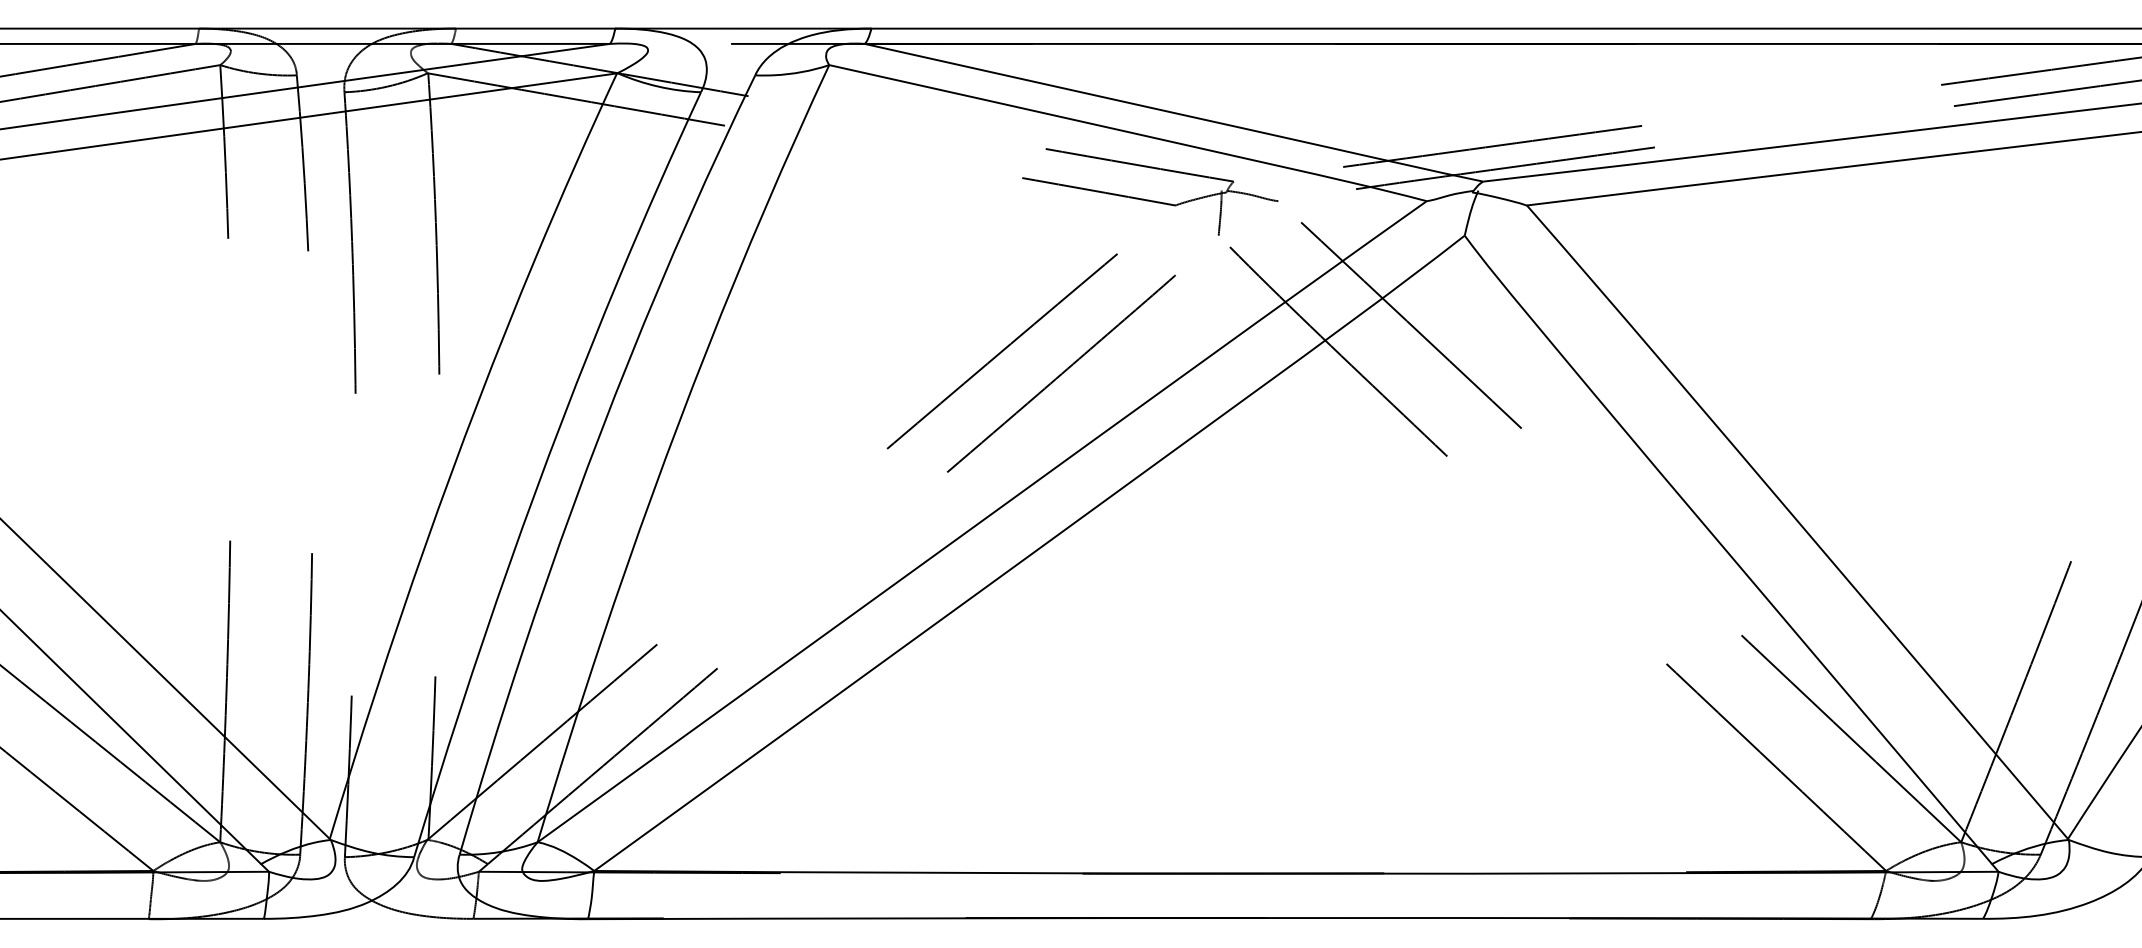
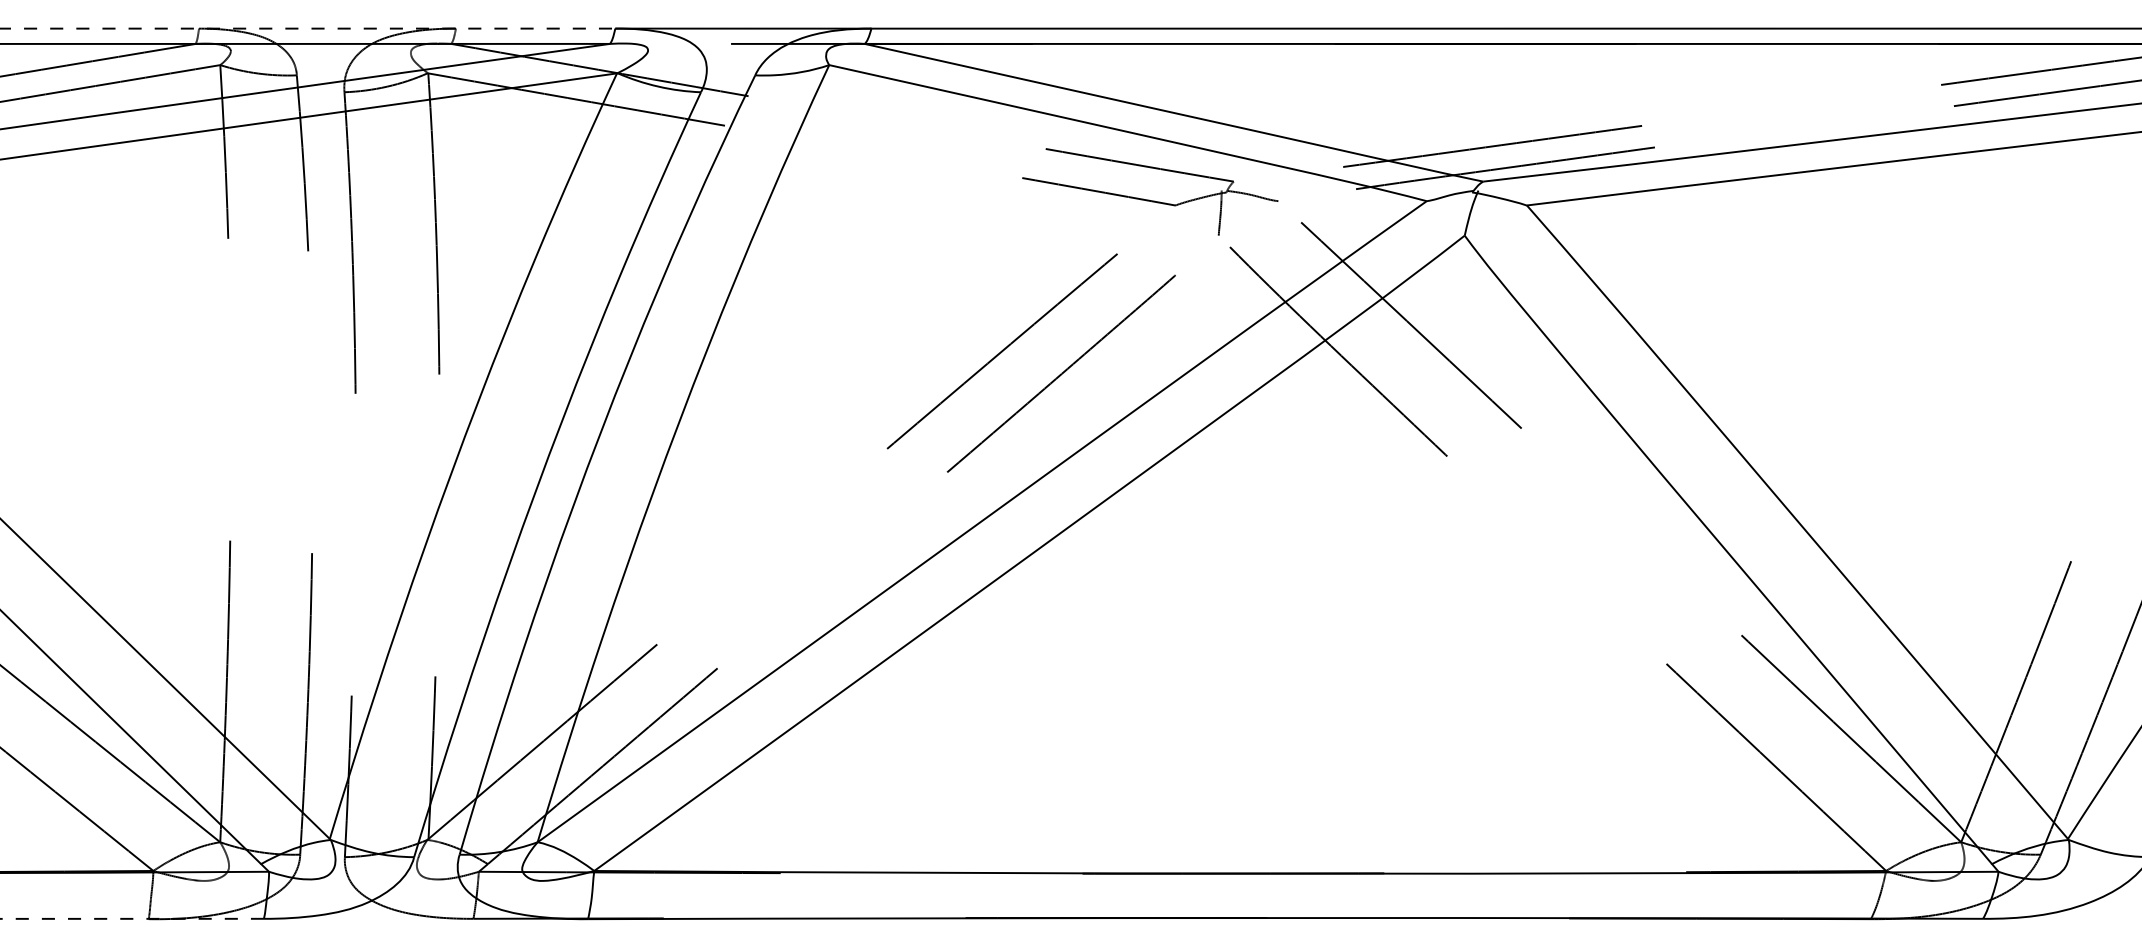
line at (308, 28): solid -> dashed
line at (132, 918): solid -> dashed
